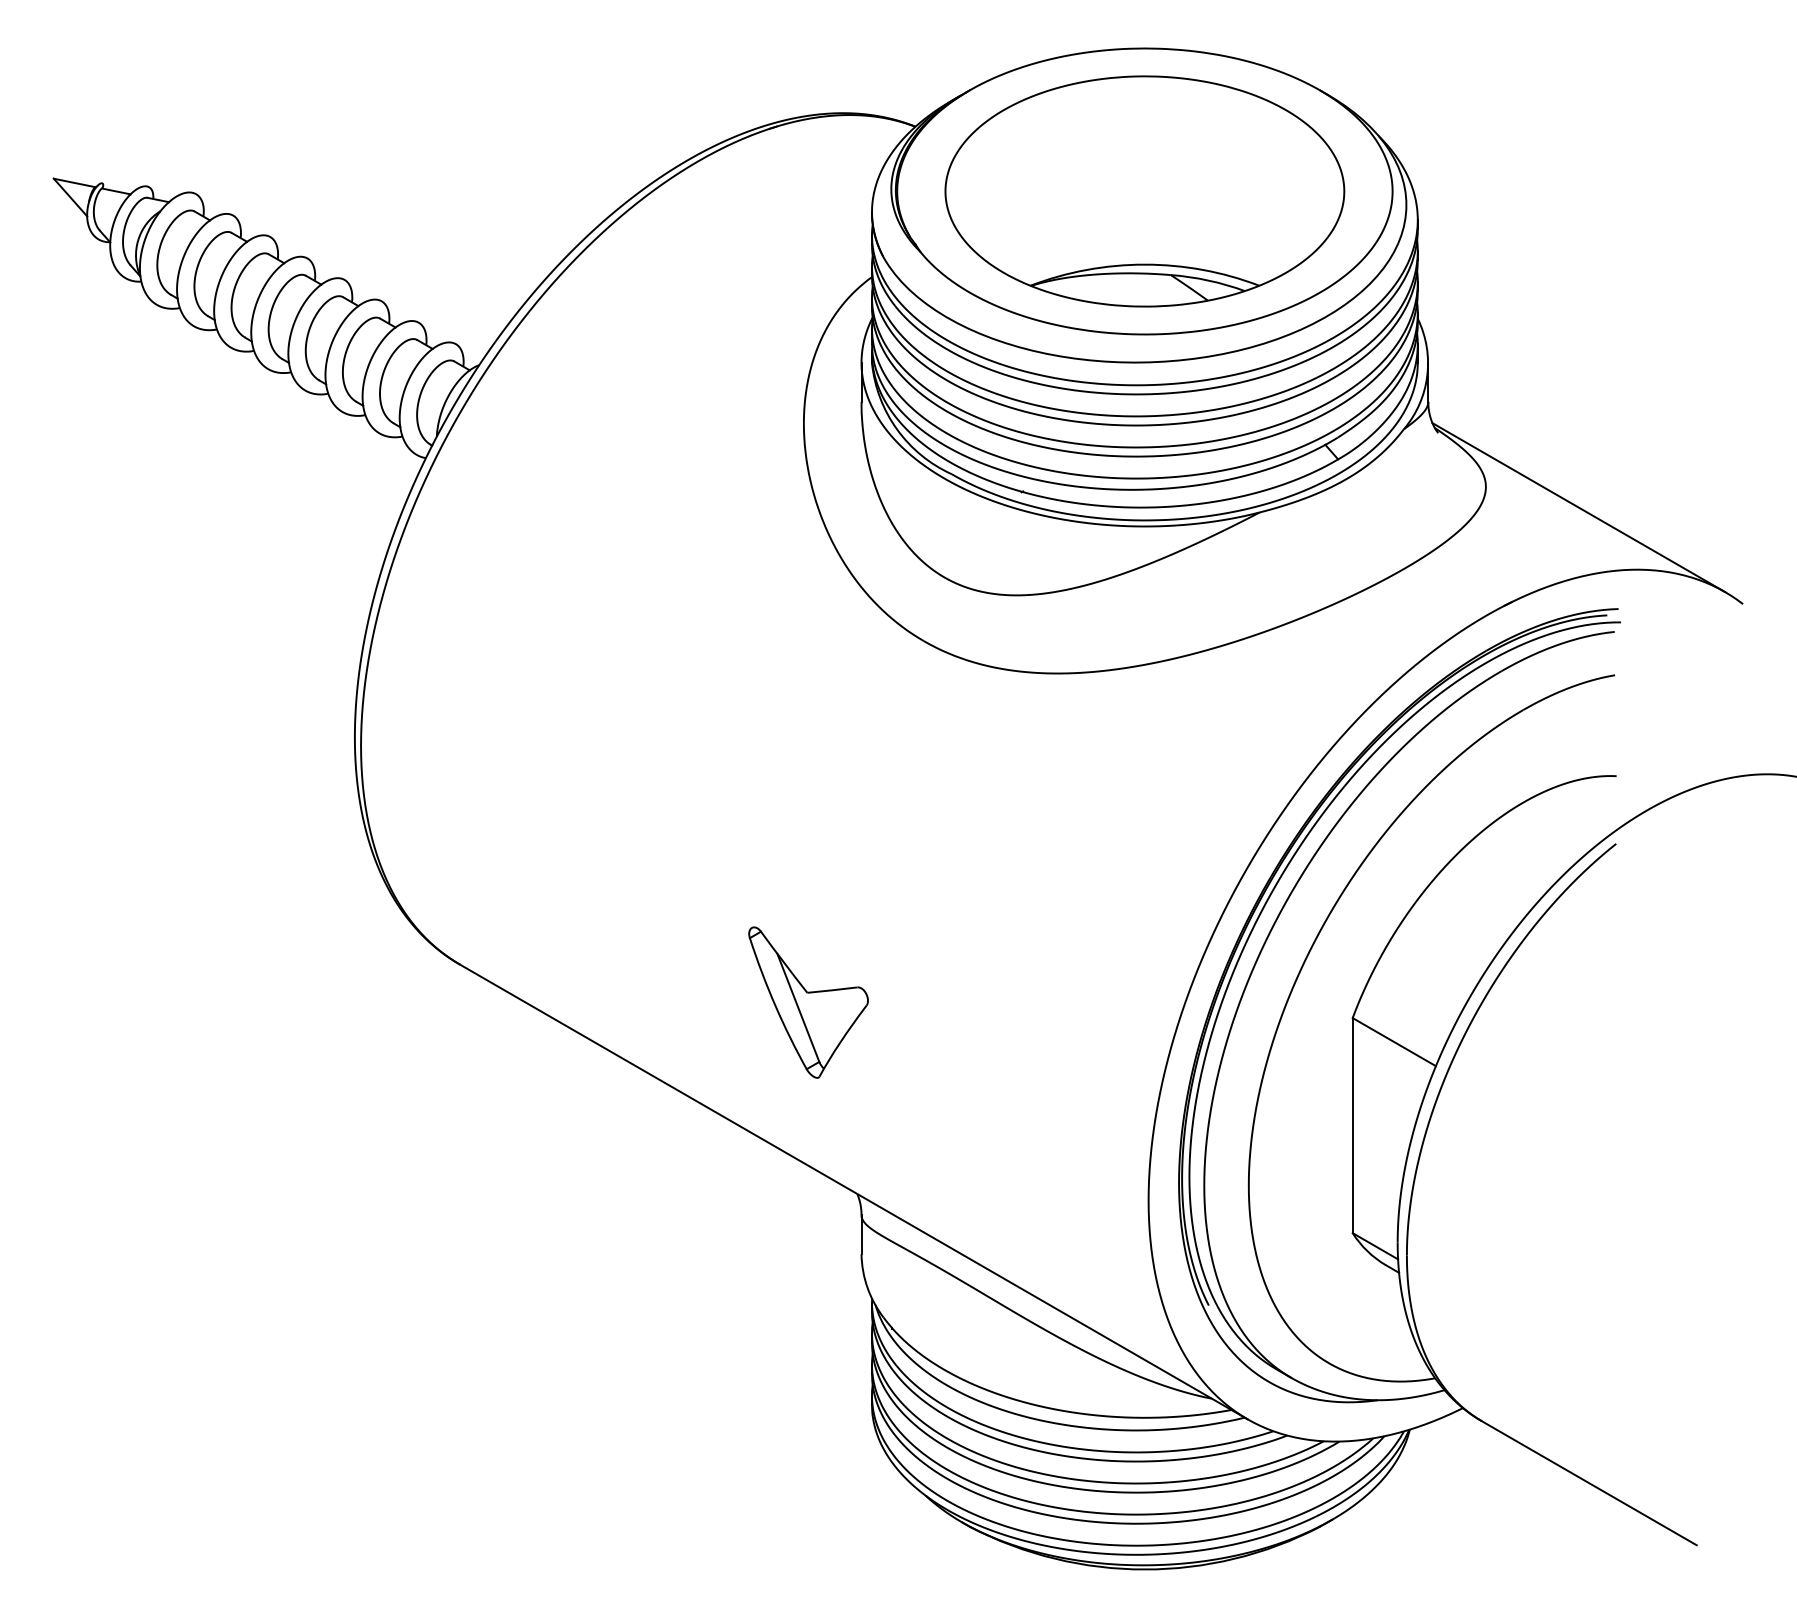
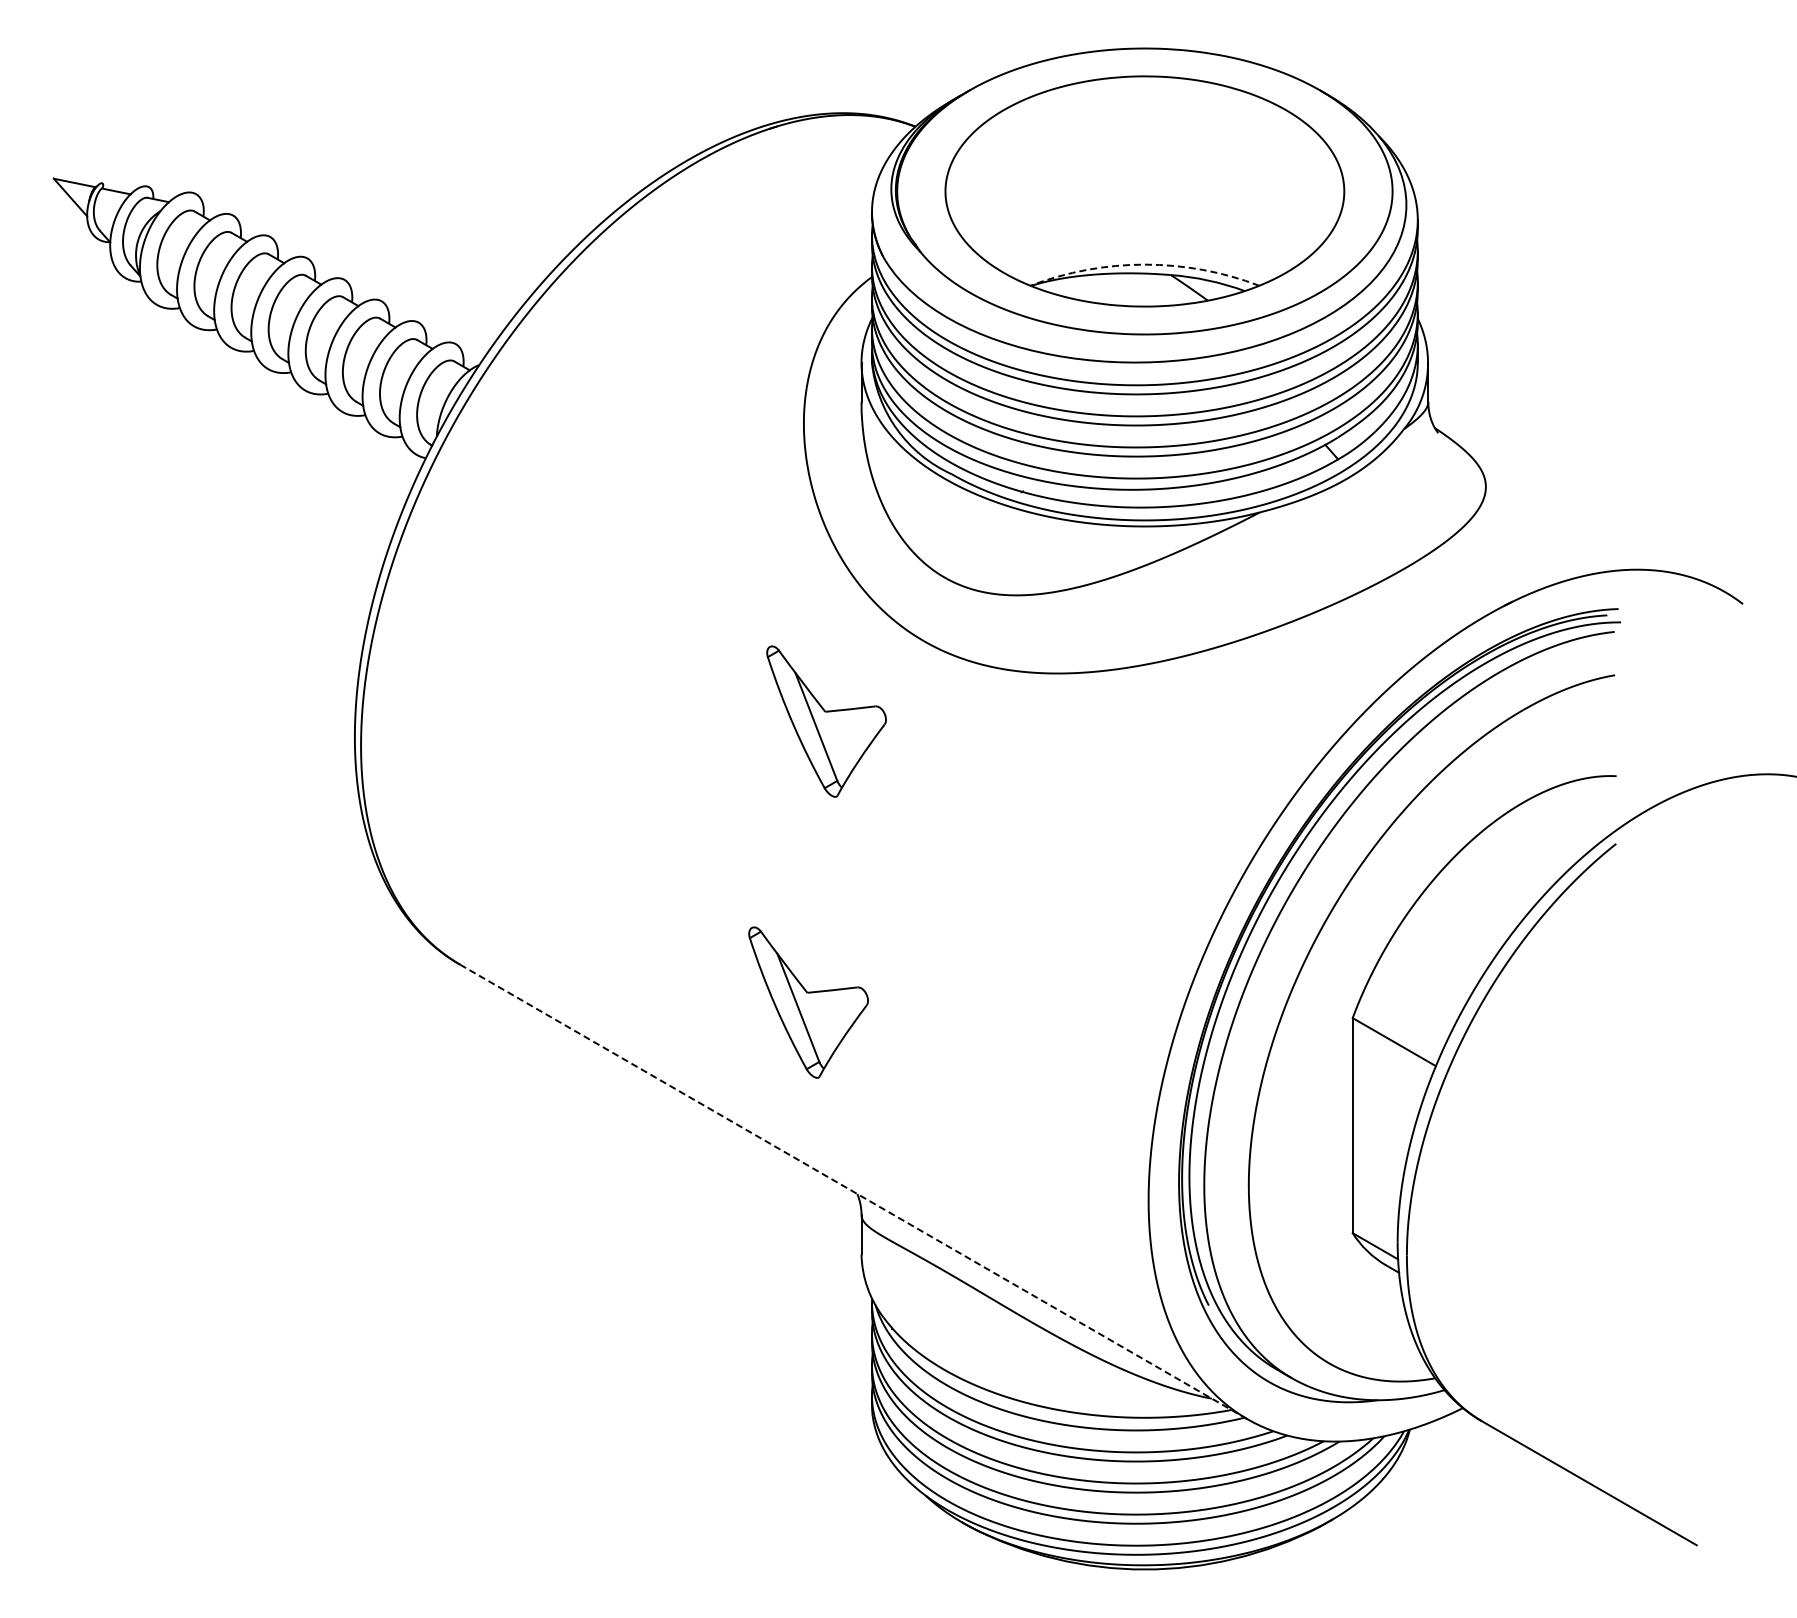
arc at (1144, 264): solid -> dashed
line at (1578, 507): present -> none
part at (826, 721): none -> present
line at (853, 1191): solid -> dashed
